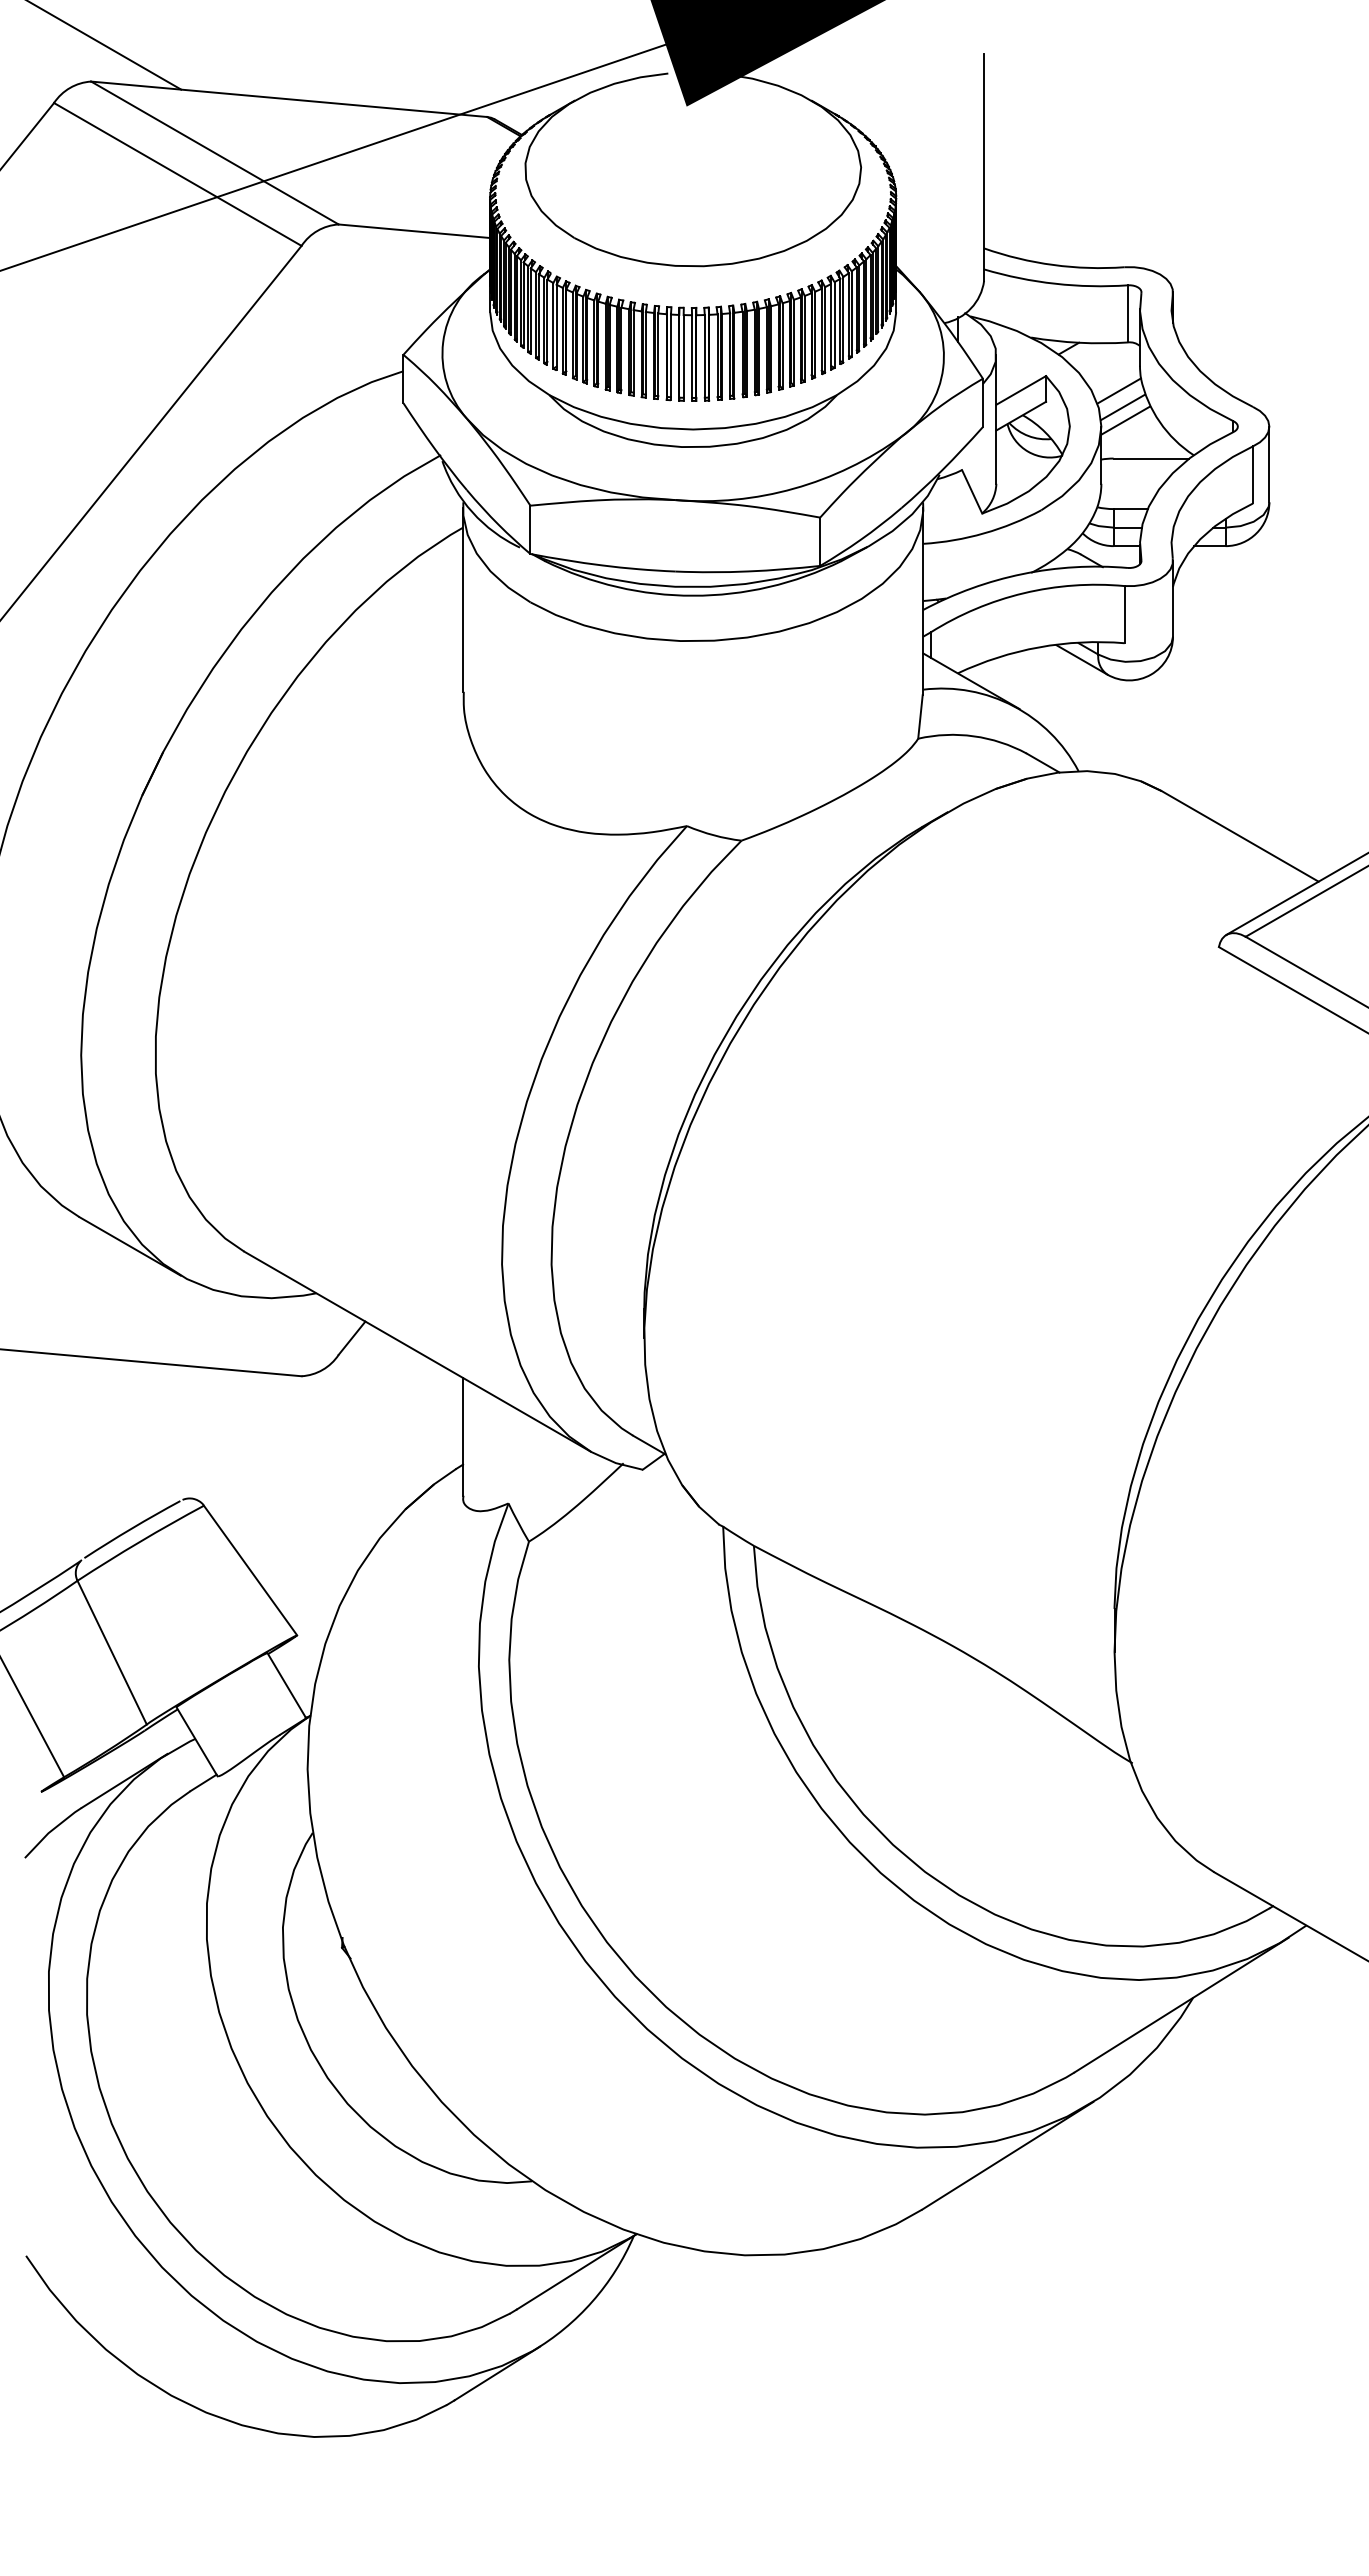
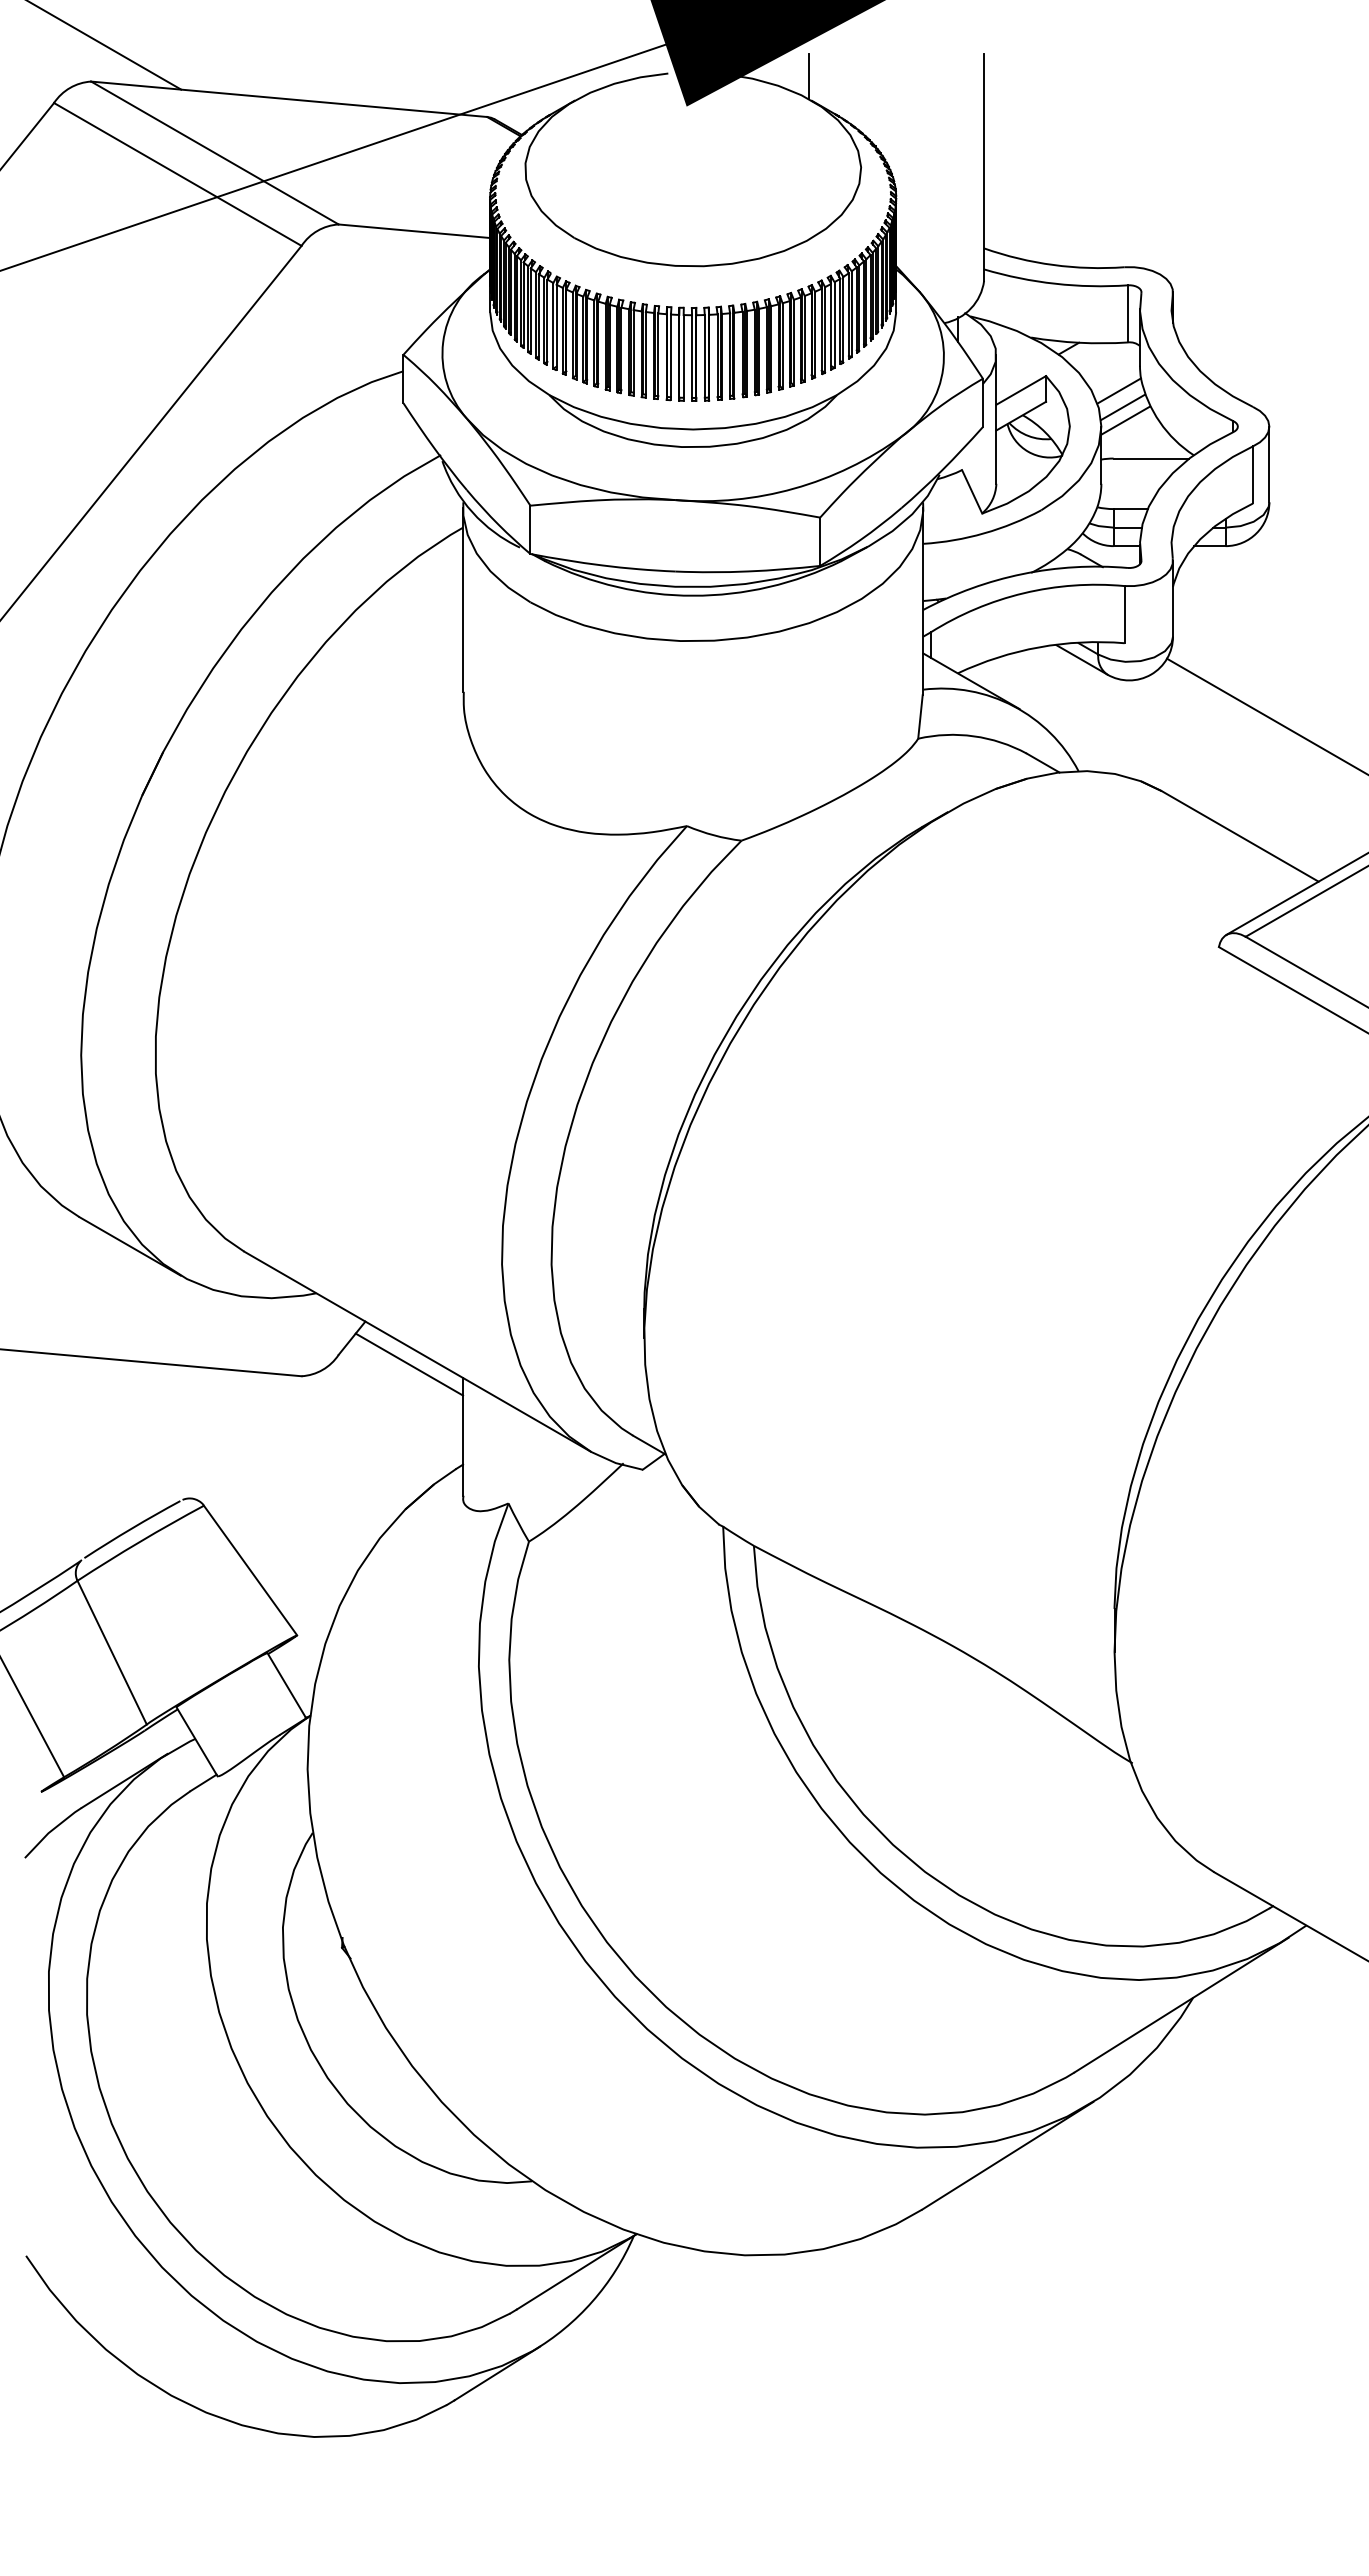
line at (809, 76): none -> present
line at (1266, 715): none -> present
line at (409, 1364): none -> present
